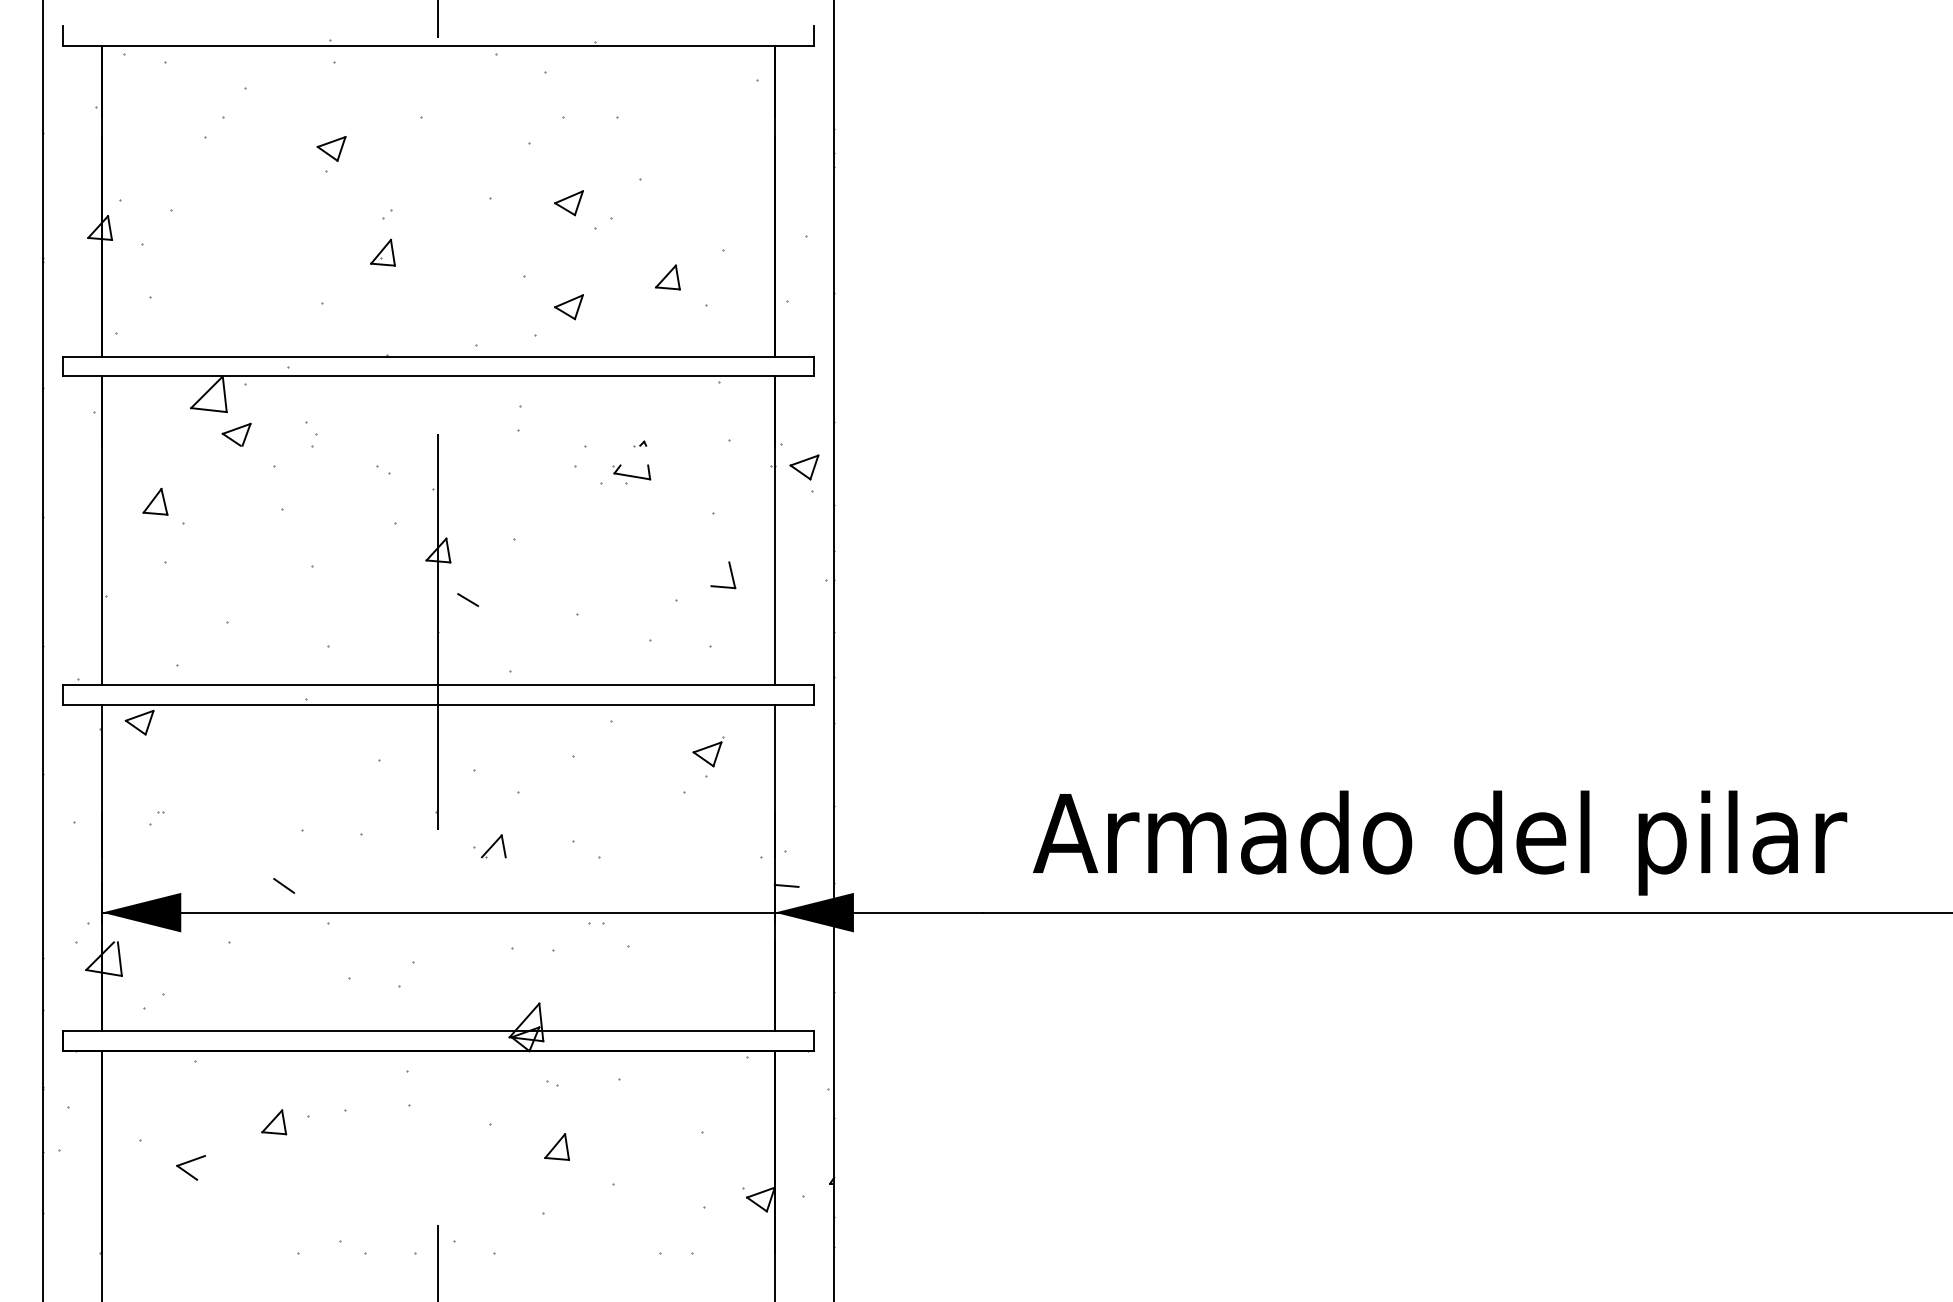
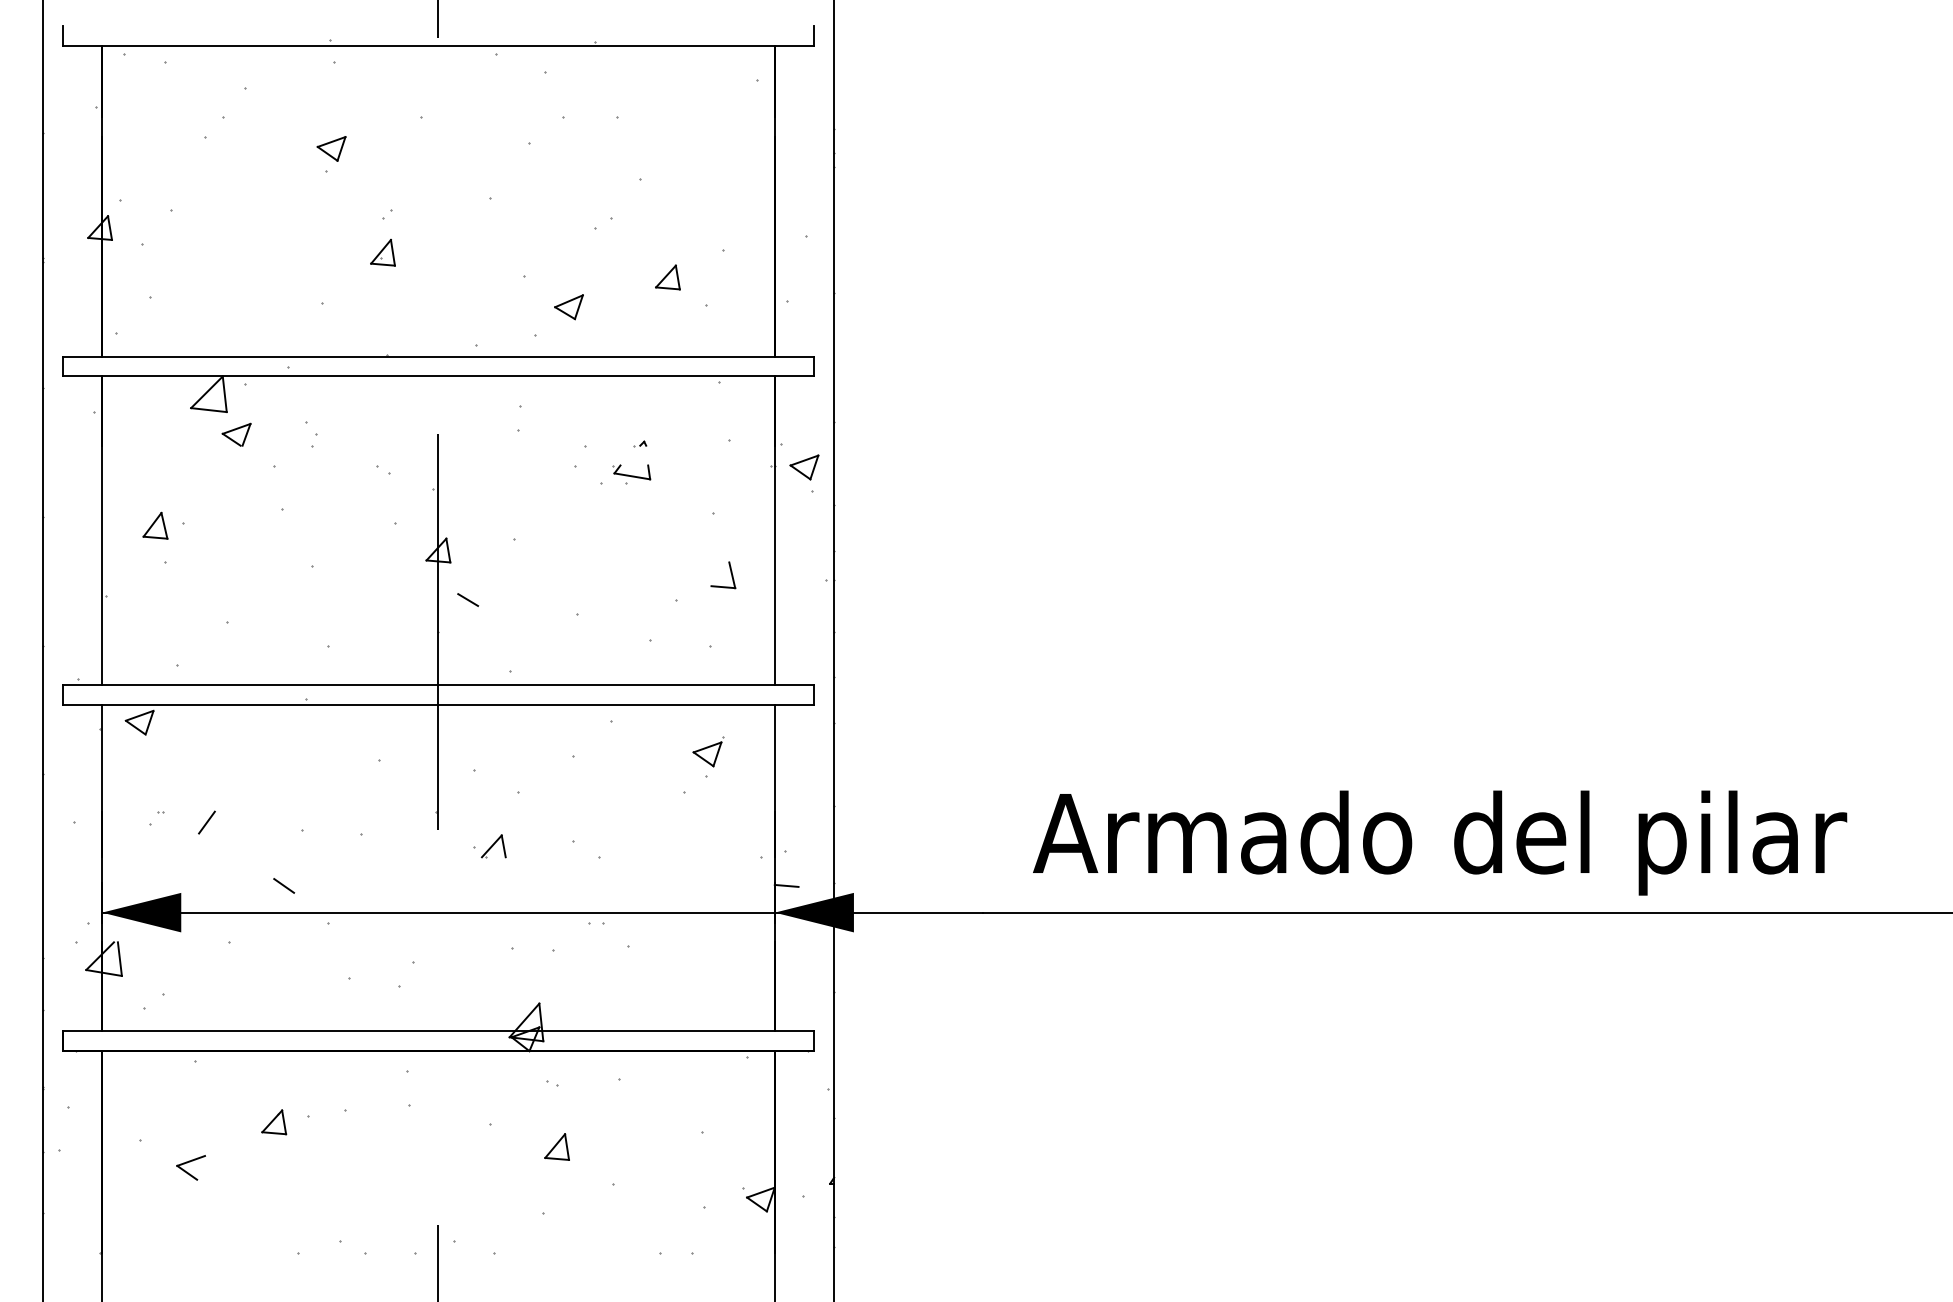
part at (568, 203): present -> none
part at (155, 501) position: (155, 501) -> (155, 525)
line at (206, 822): none -> present
